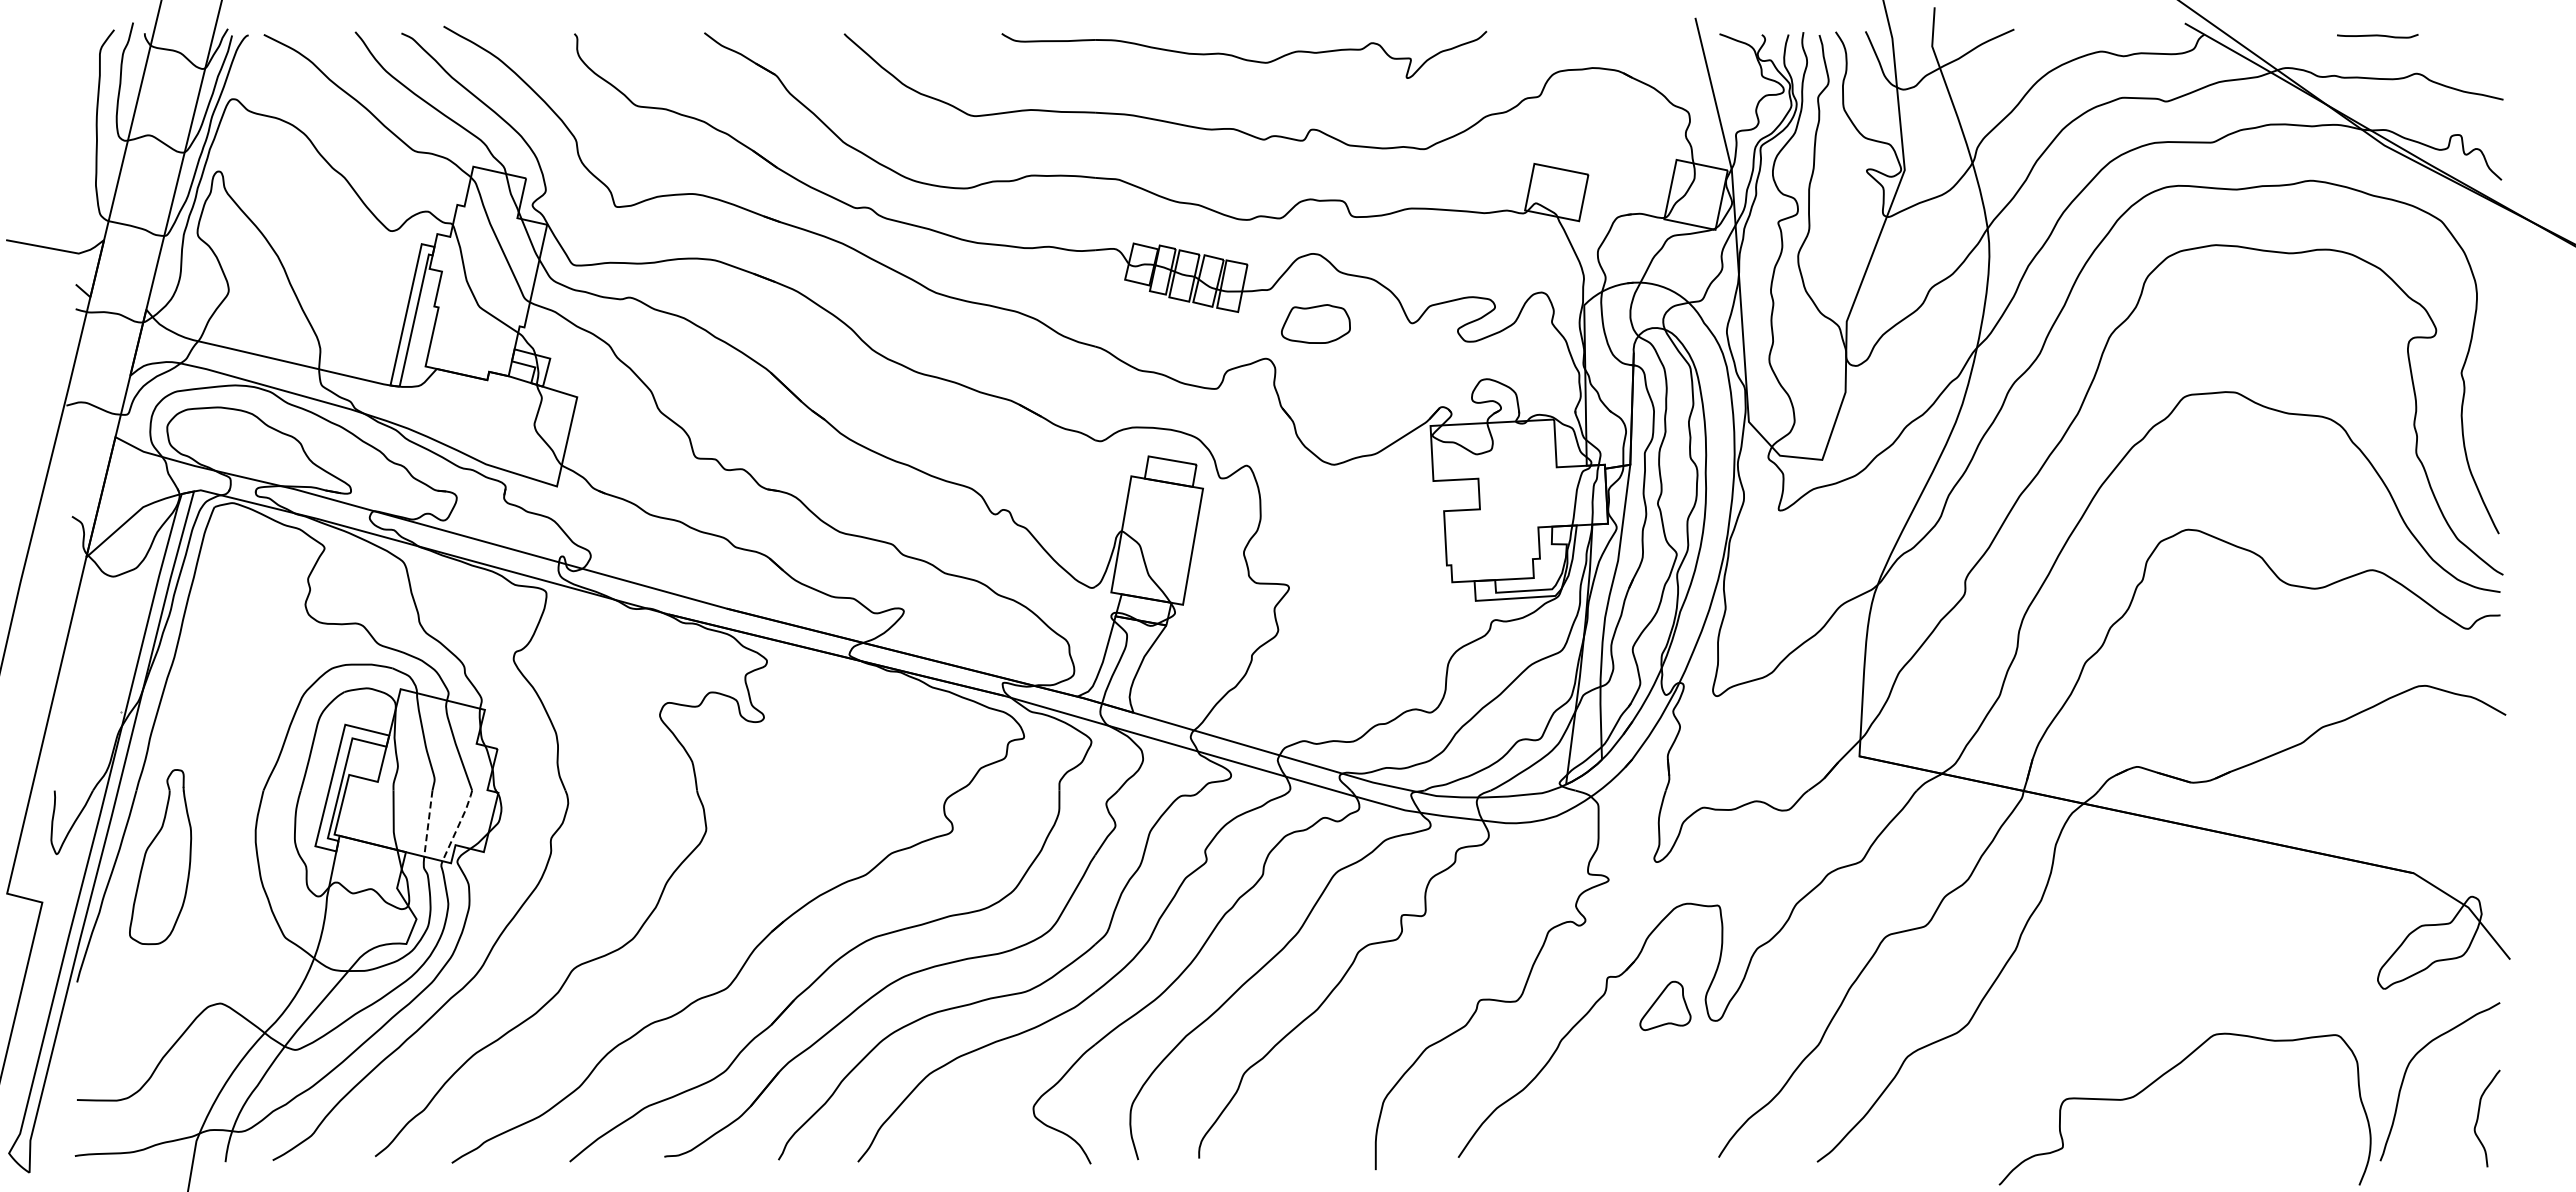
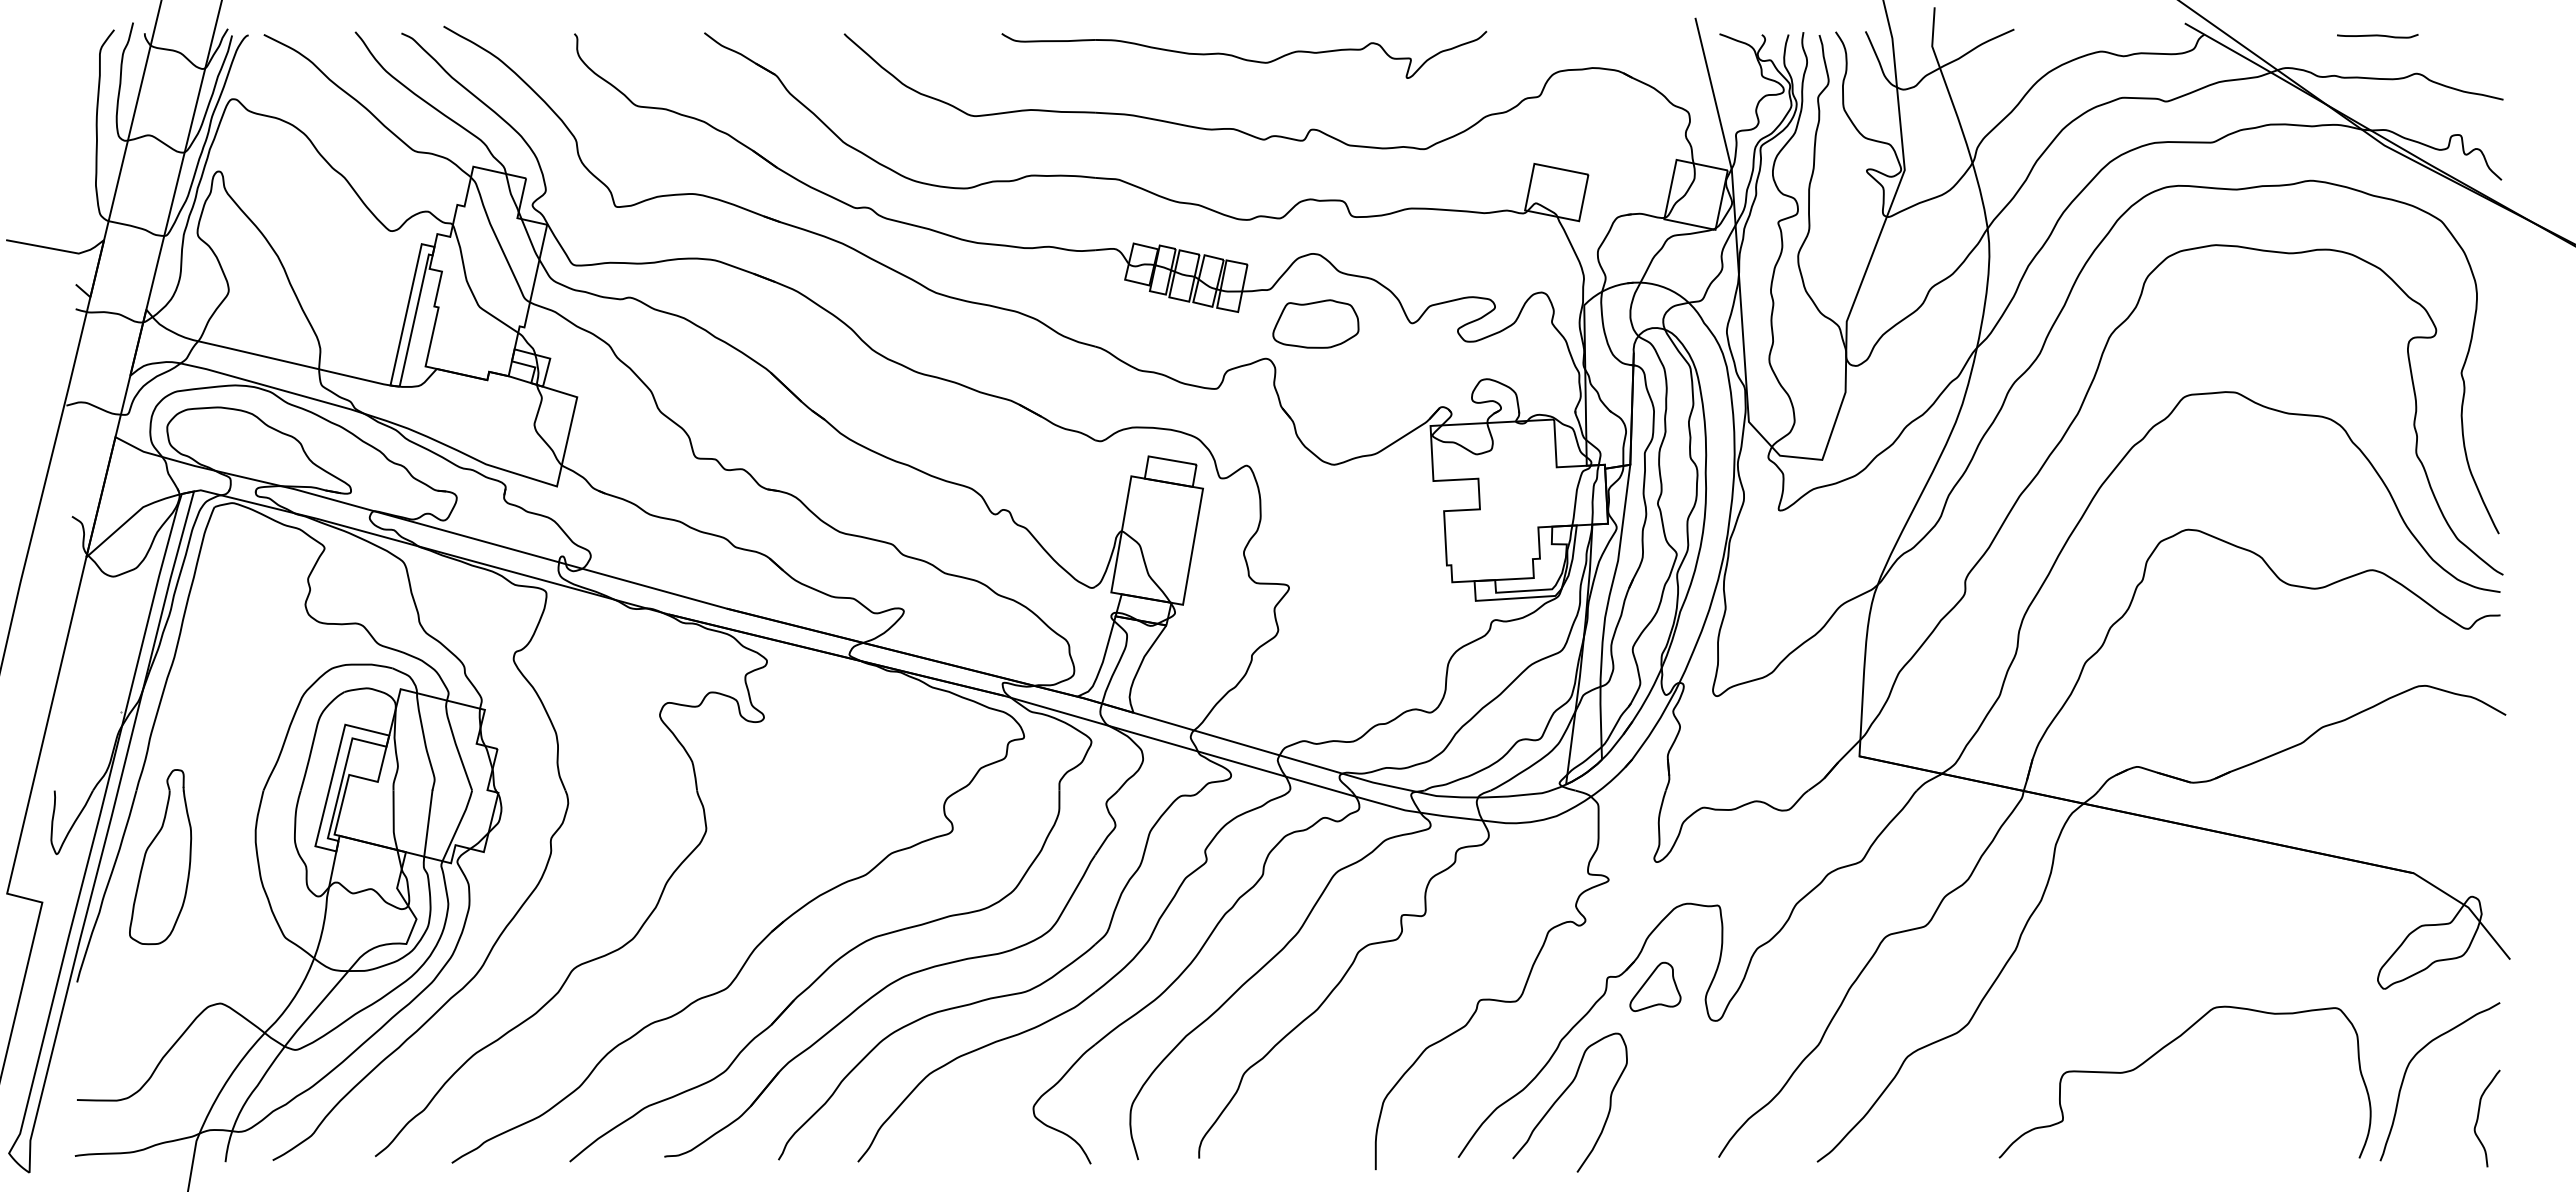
part at (1315, 323) size: 70x40 px -> 88x50 px
line at (428, 824): dashed -> solid
line at (458, 825): dashed -> solid
part at (1665, 1005) position: (1665, 1005) -> (1655, 986)
curve at (2160, 1078) position: (2160, 1078) -> (2160, 1051)
curve at (1562, 1095): none -> present
